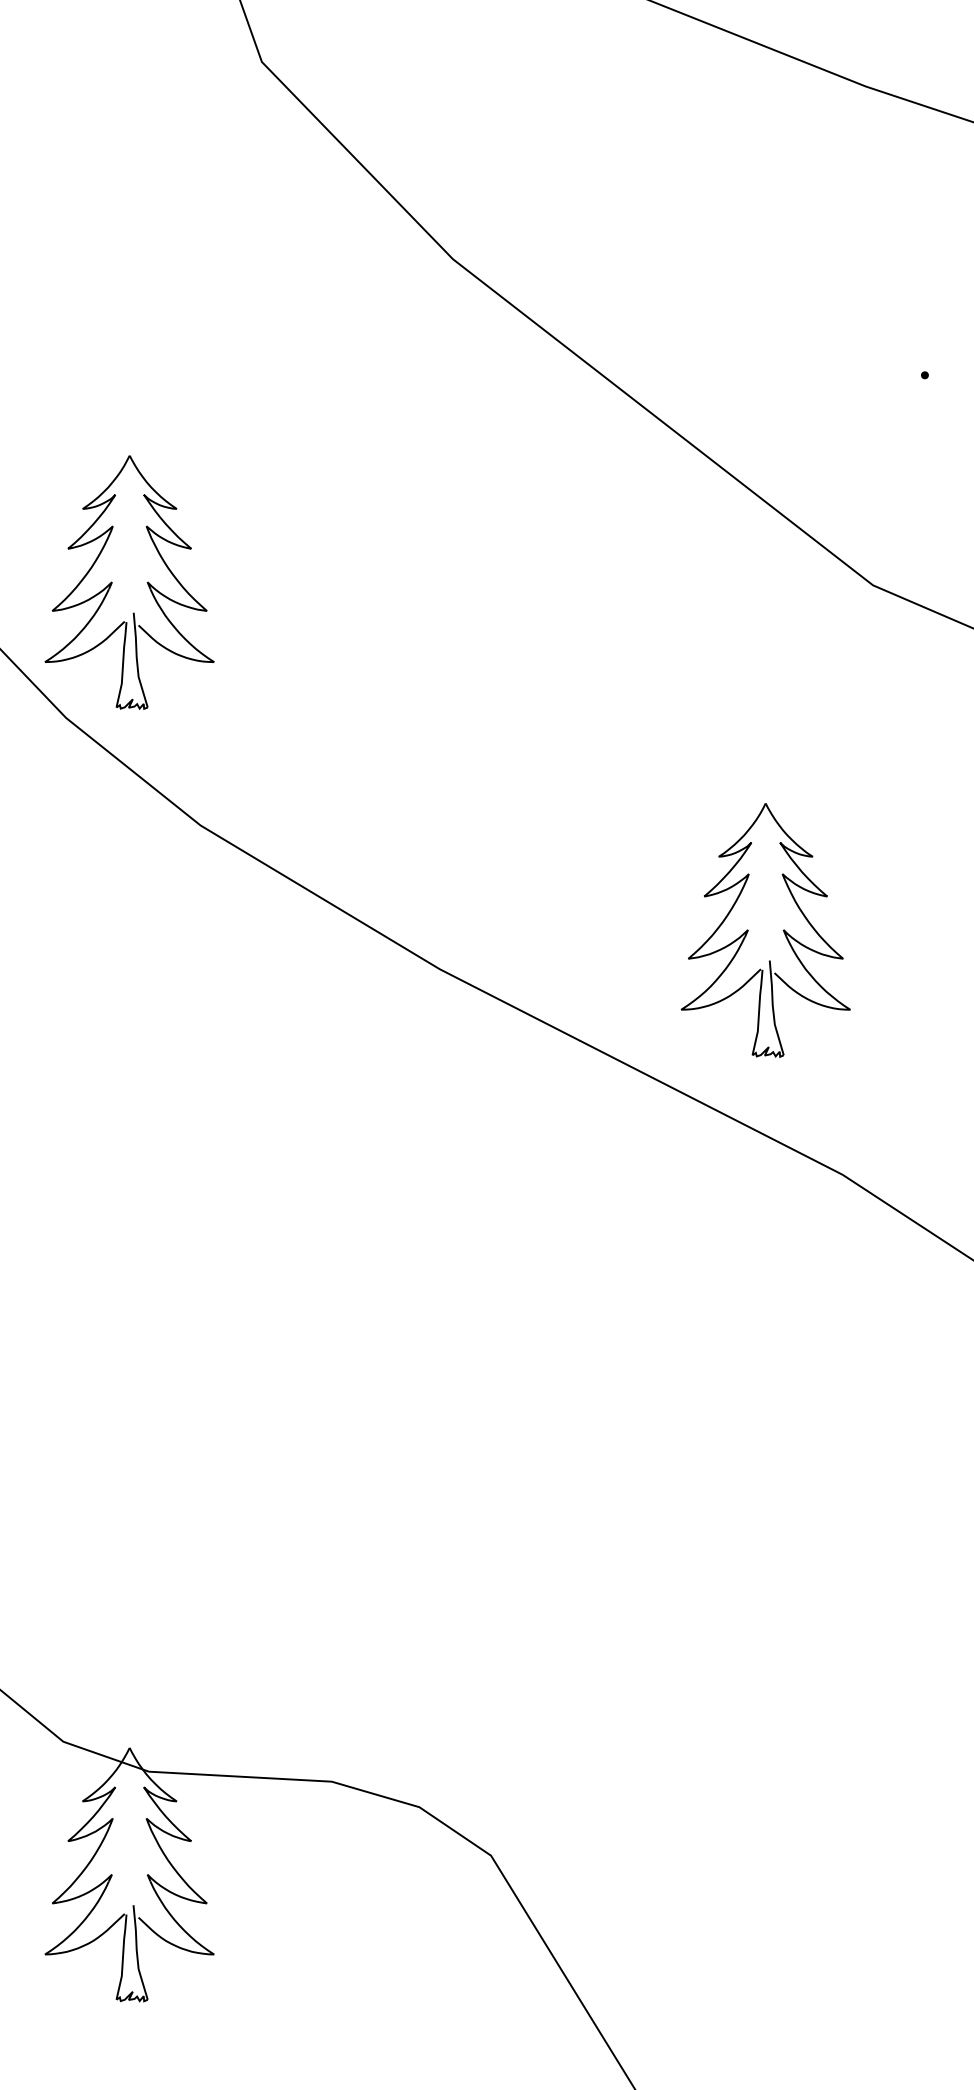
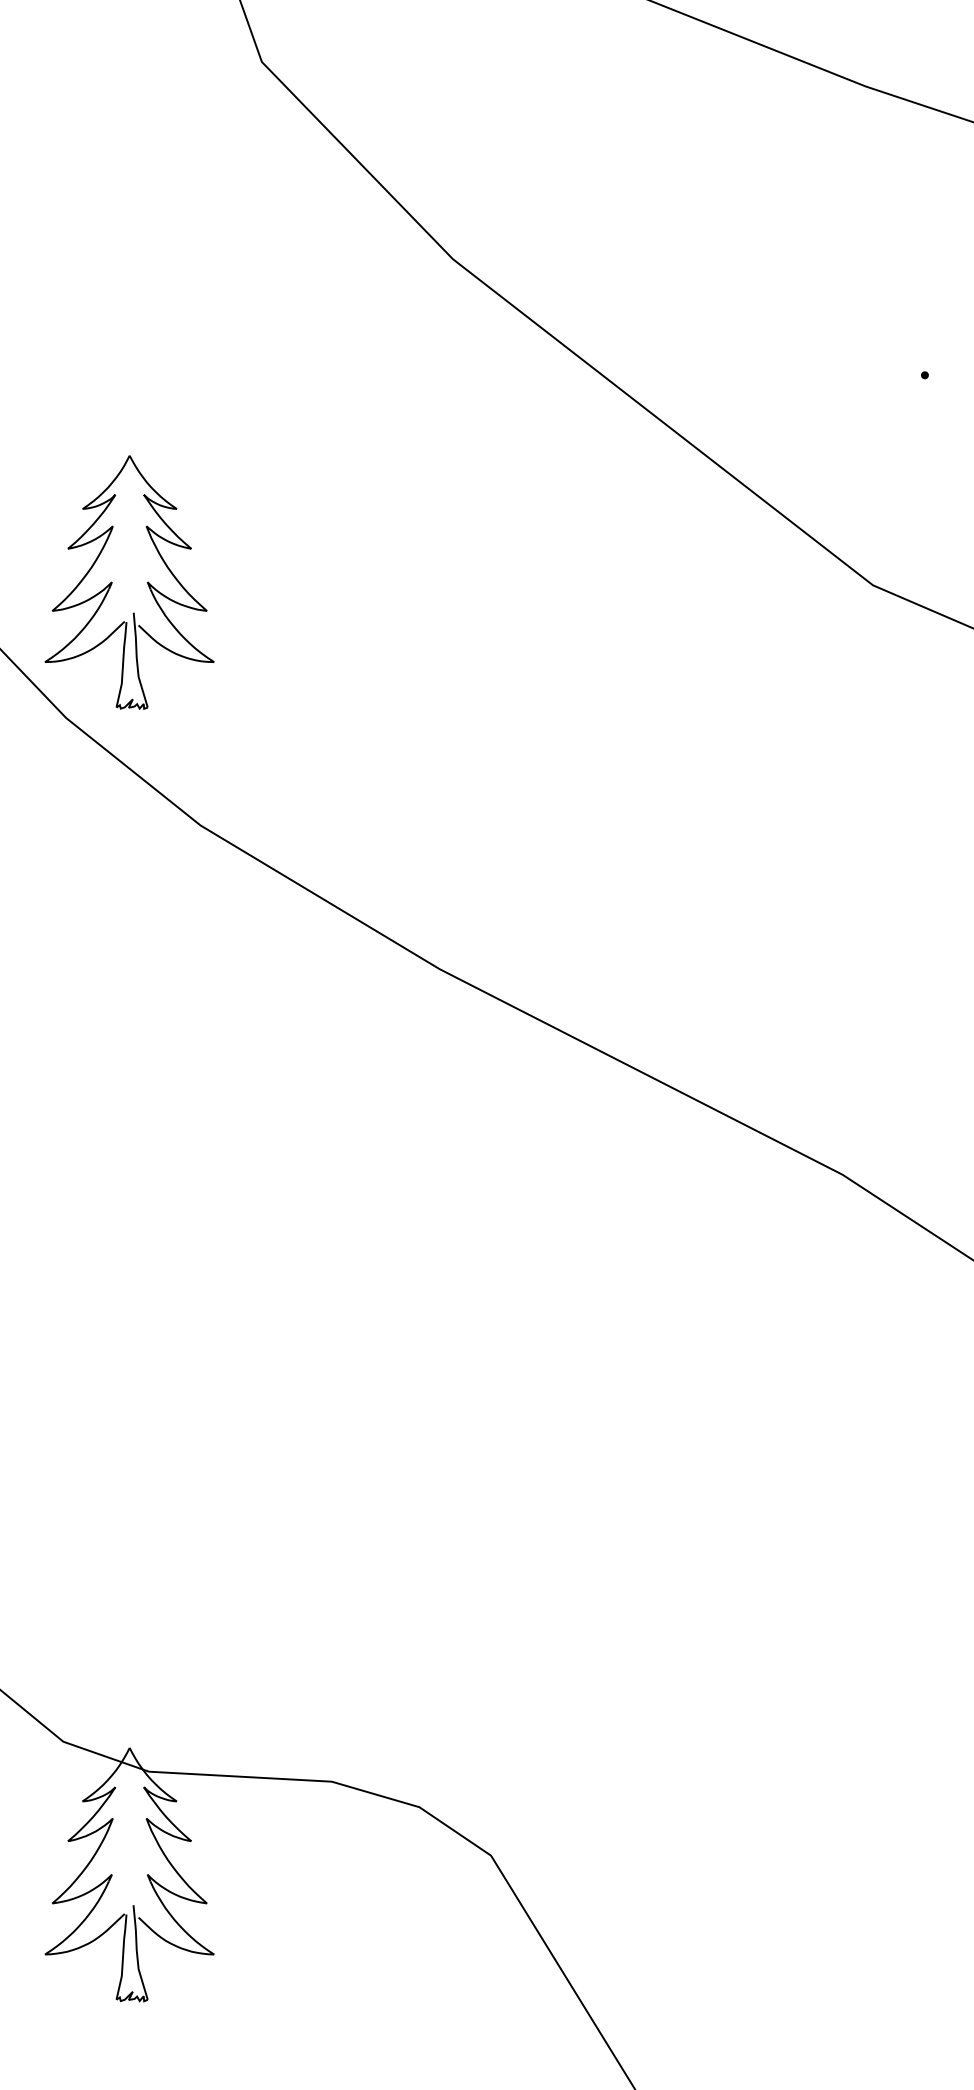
part at (748, 930): present -> none
